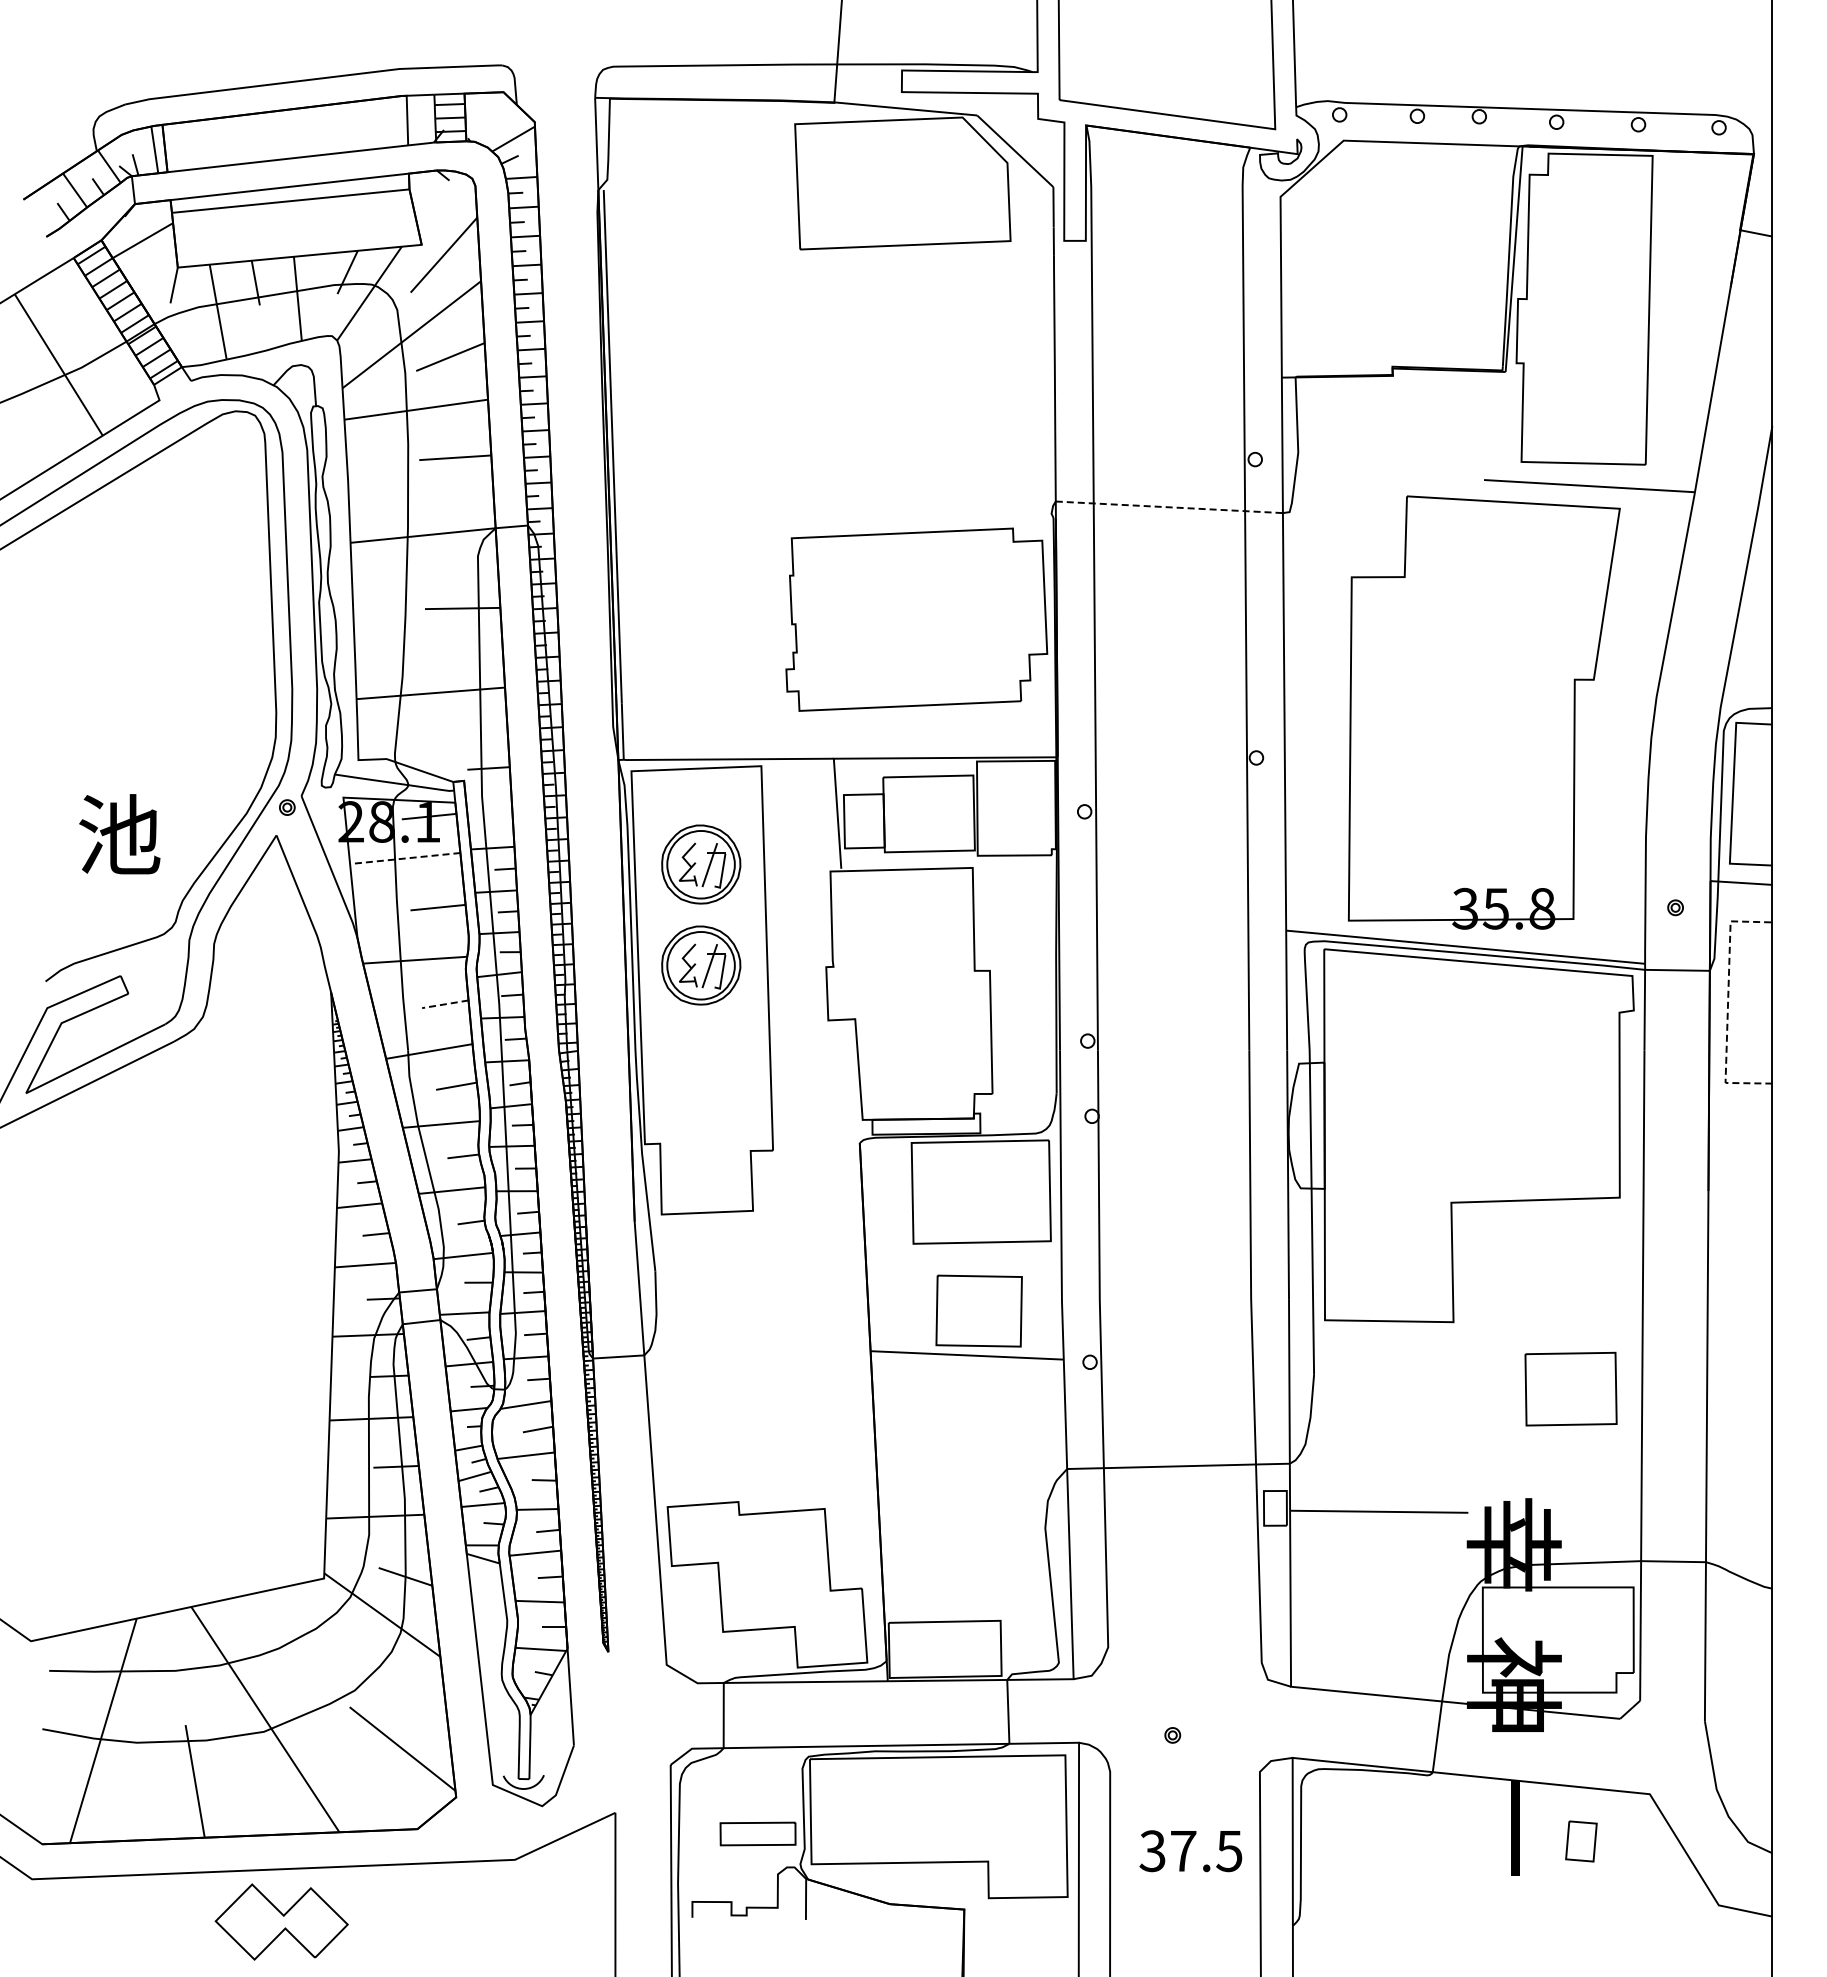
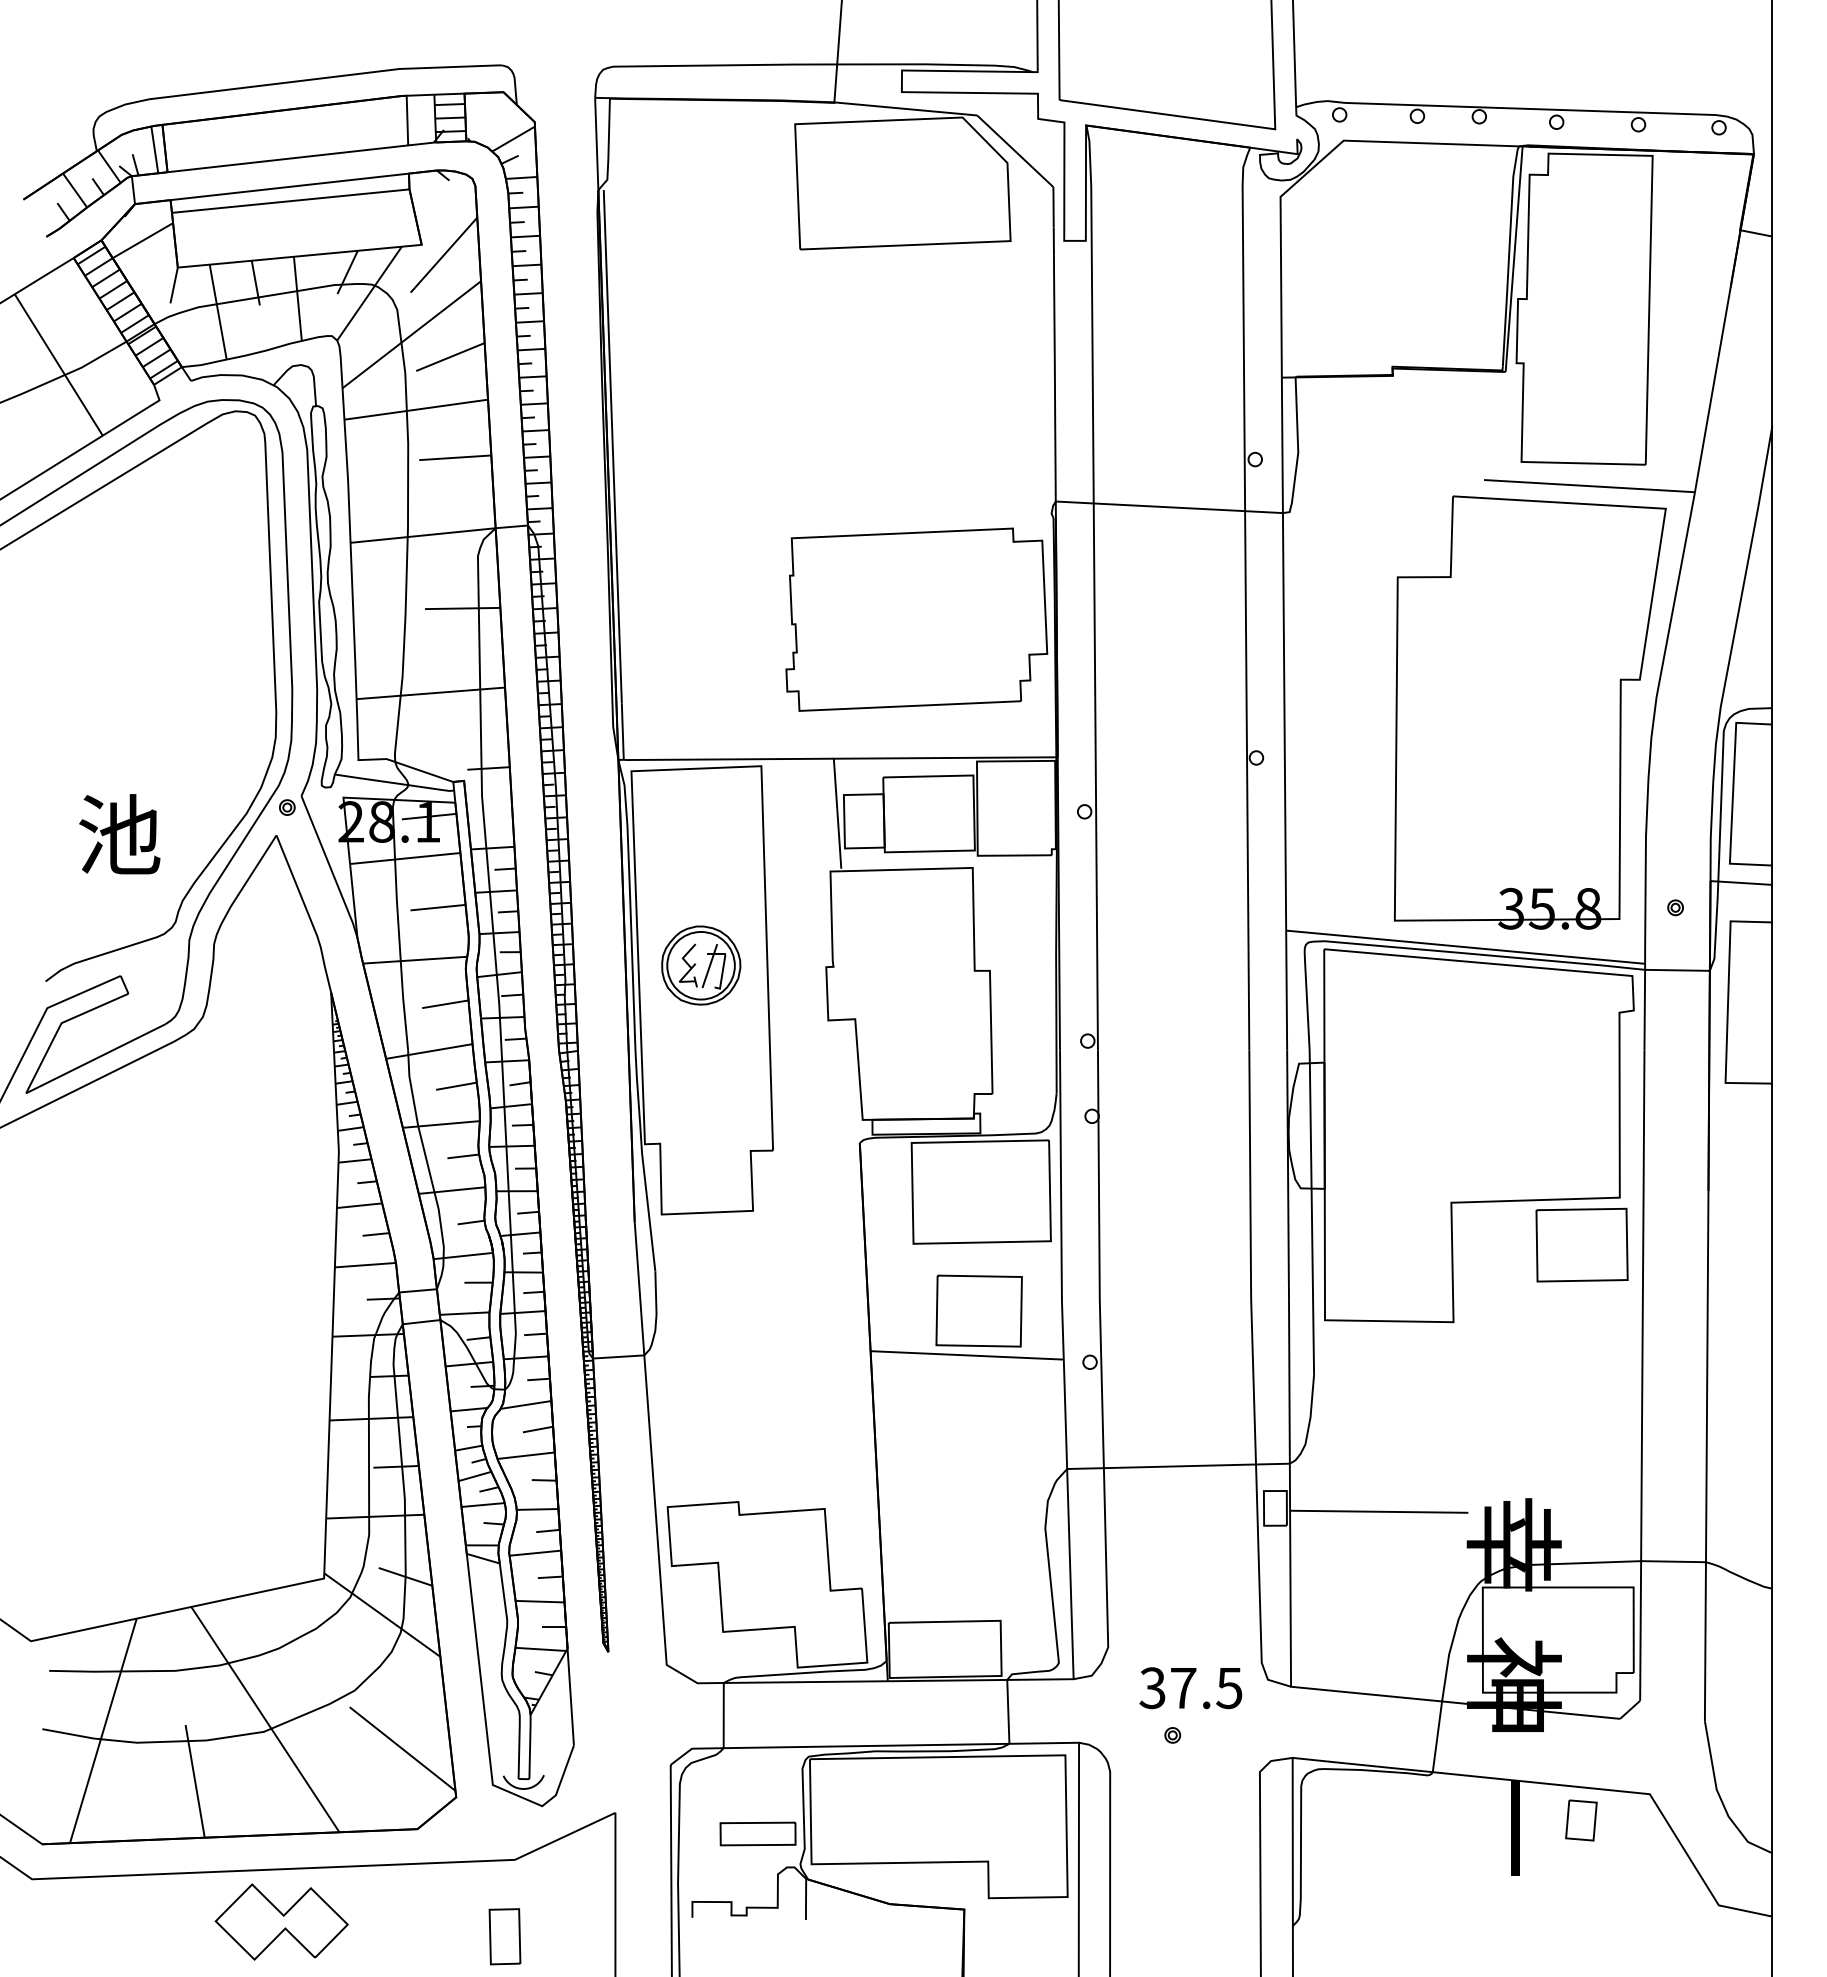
line at (1169, 507): dashed -> solid
part at (1484, 712) position: (1484, 712) -> (1530, 712)
line at (404, 858): dashed -> solid
part at (701, 864): present -> none
line at (445, 1004): dashed -> solid
line at (1728, 1004): dashed -> solid
part at (1570, 1388) position: (1570, 1388) -> (1581, 1244)
part at (1581, 1841) position: (1581, 1841) -> (1581, 1820)
text at (1190, 1851) position: (1190, 1851) -> (1190, 1688)
part at (504, 1936): none -> present
